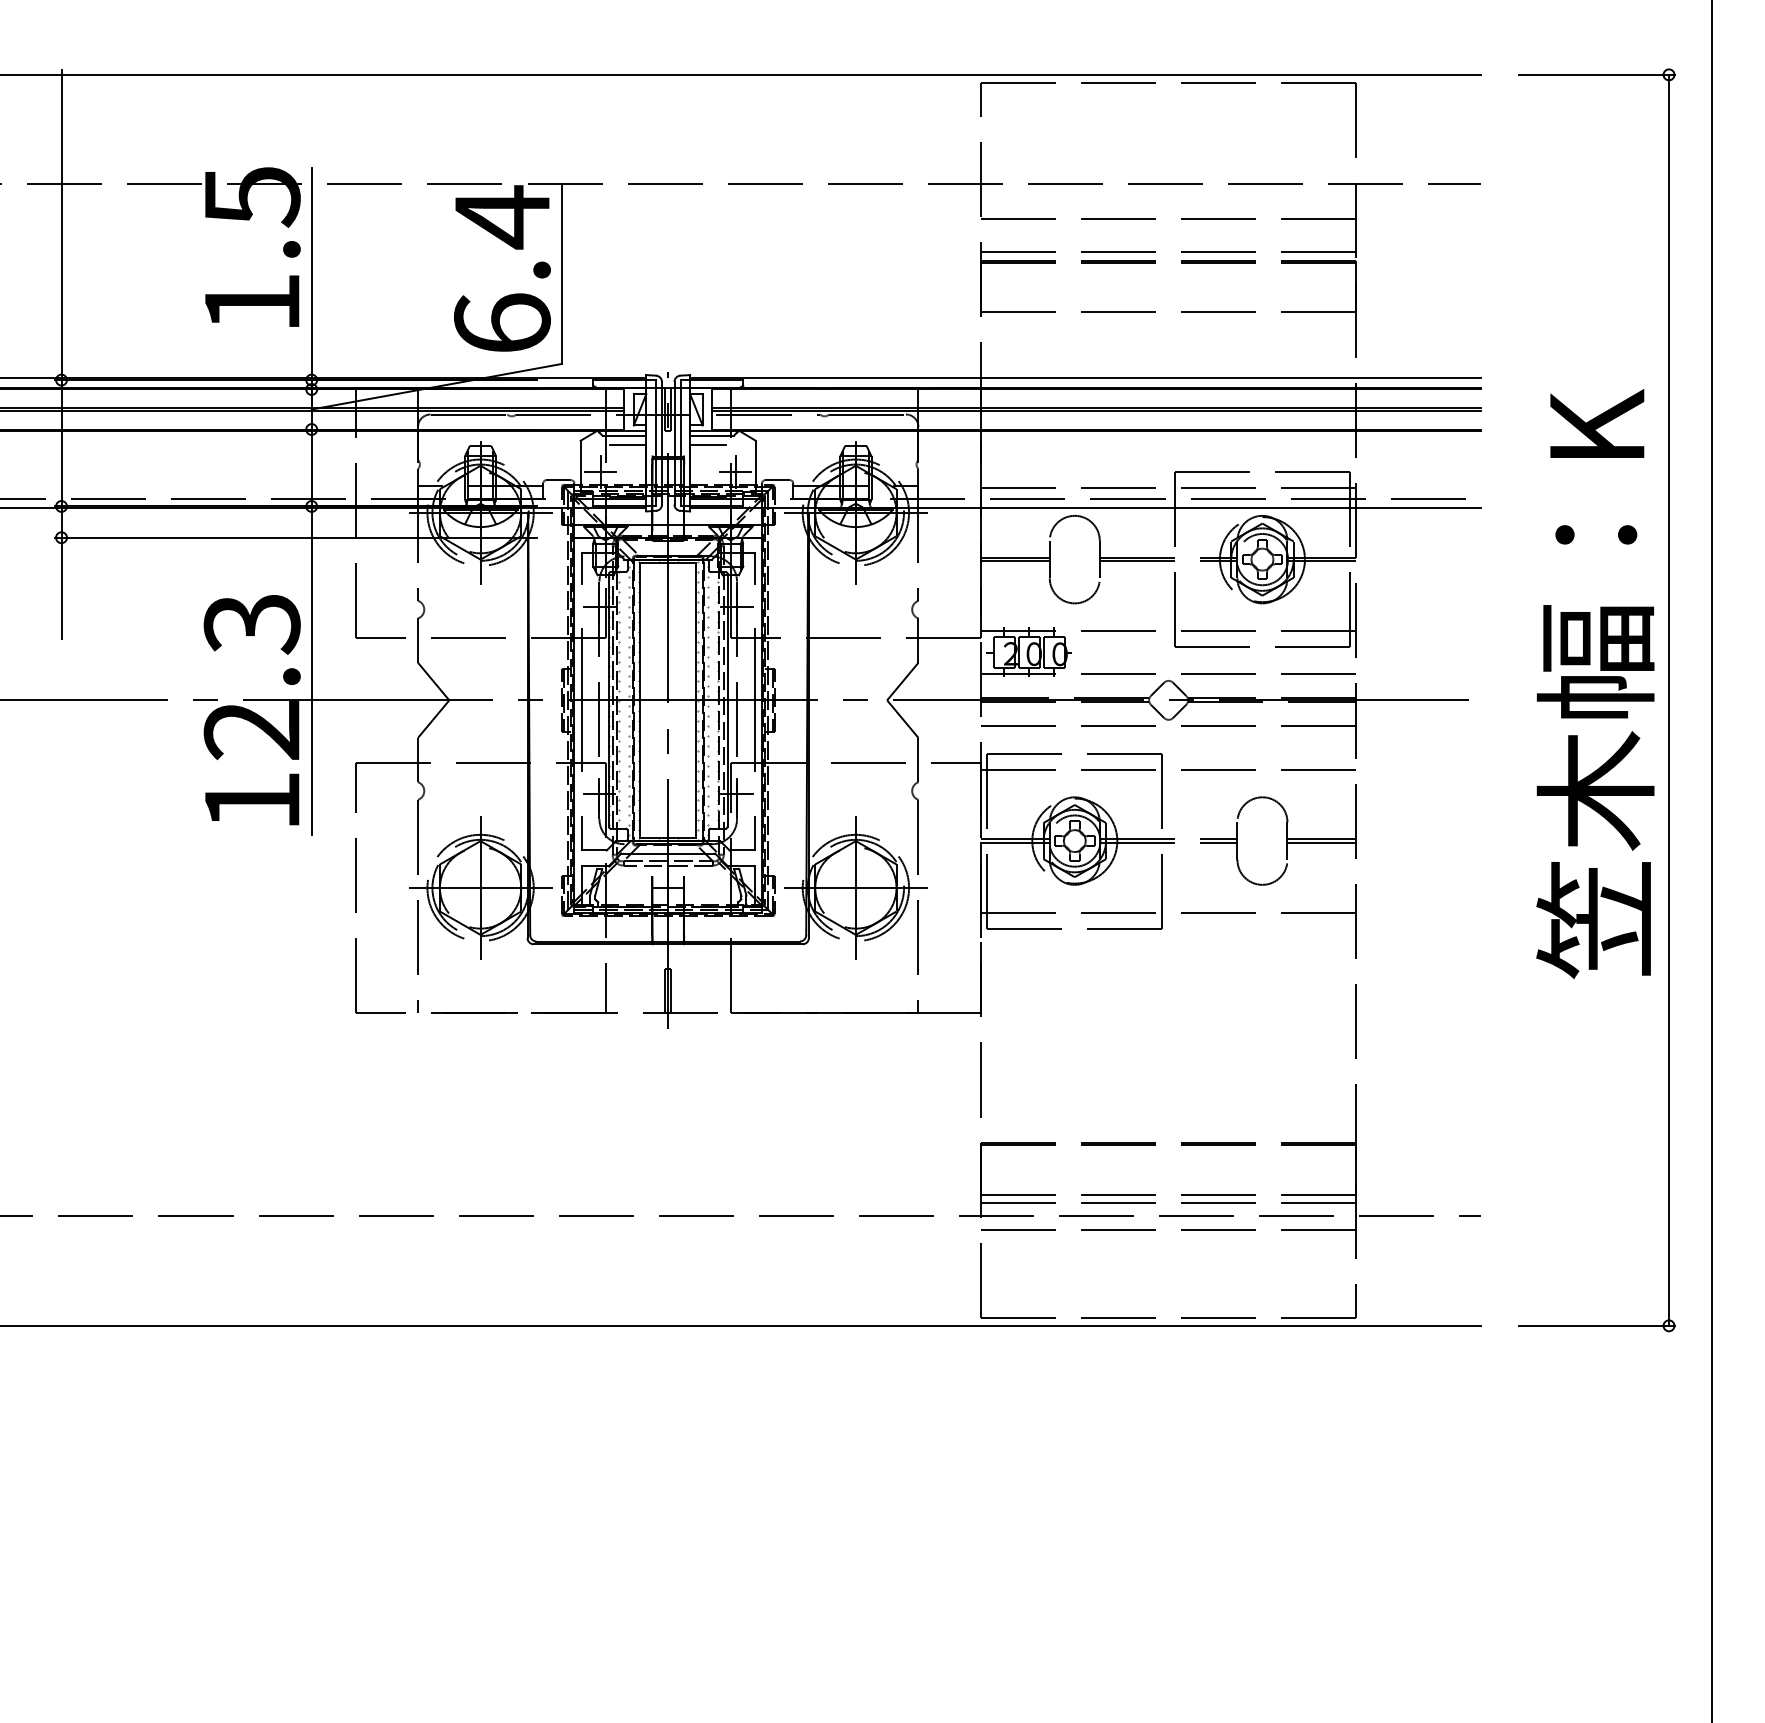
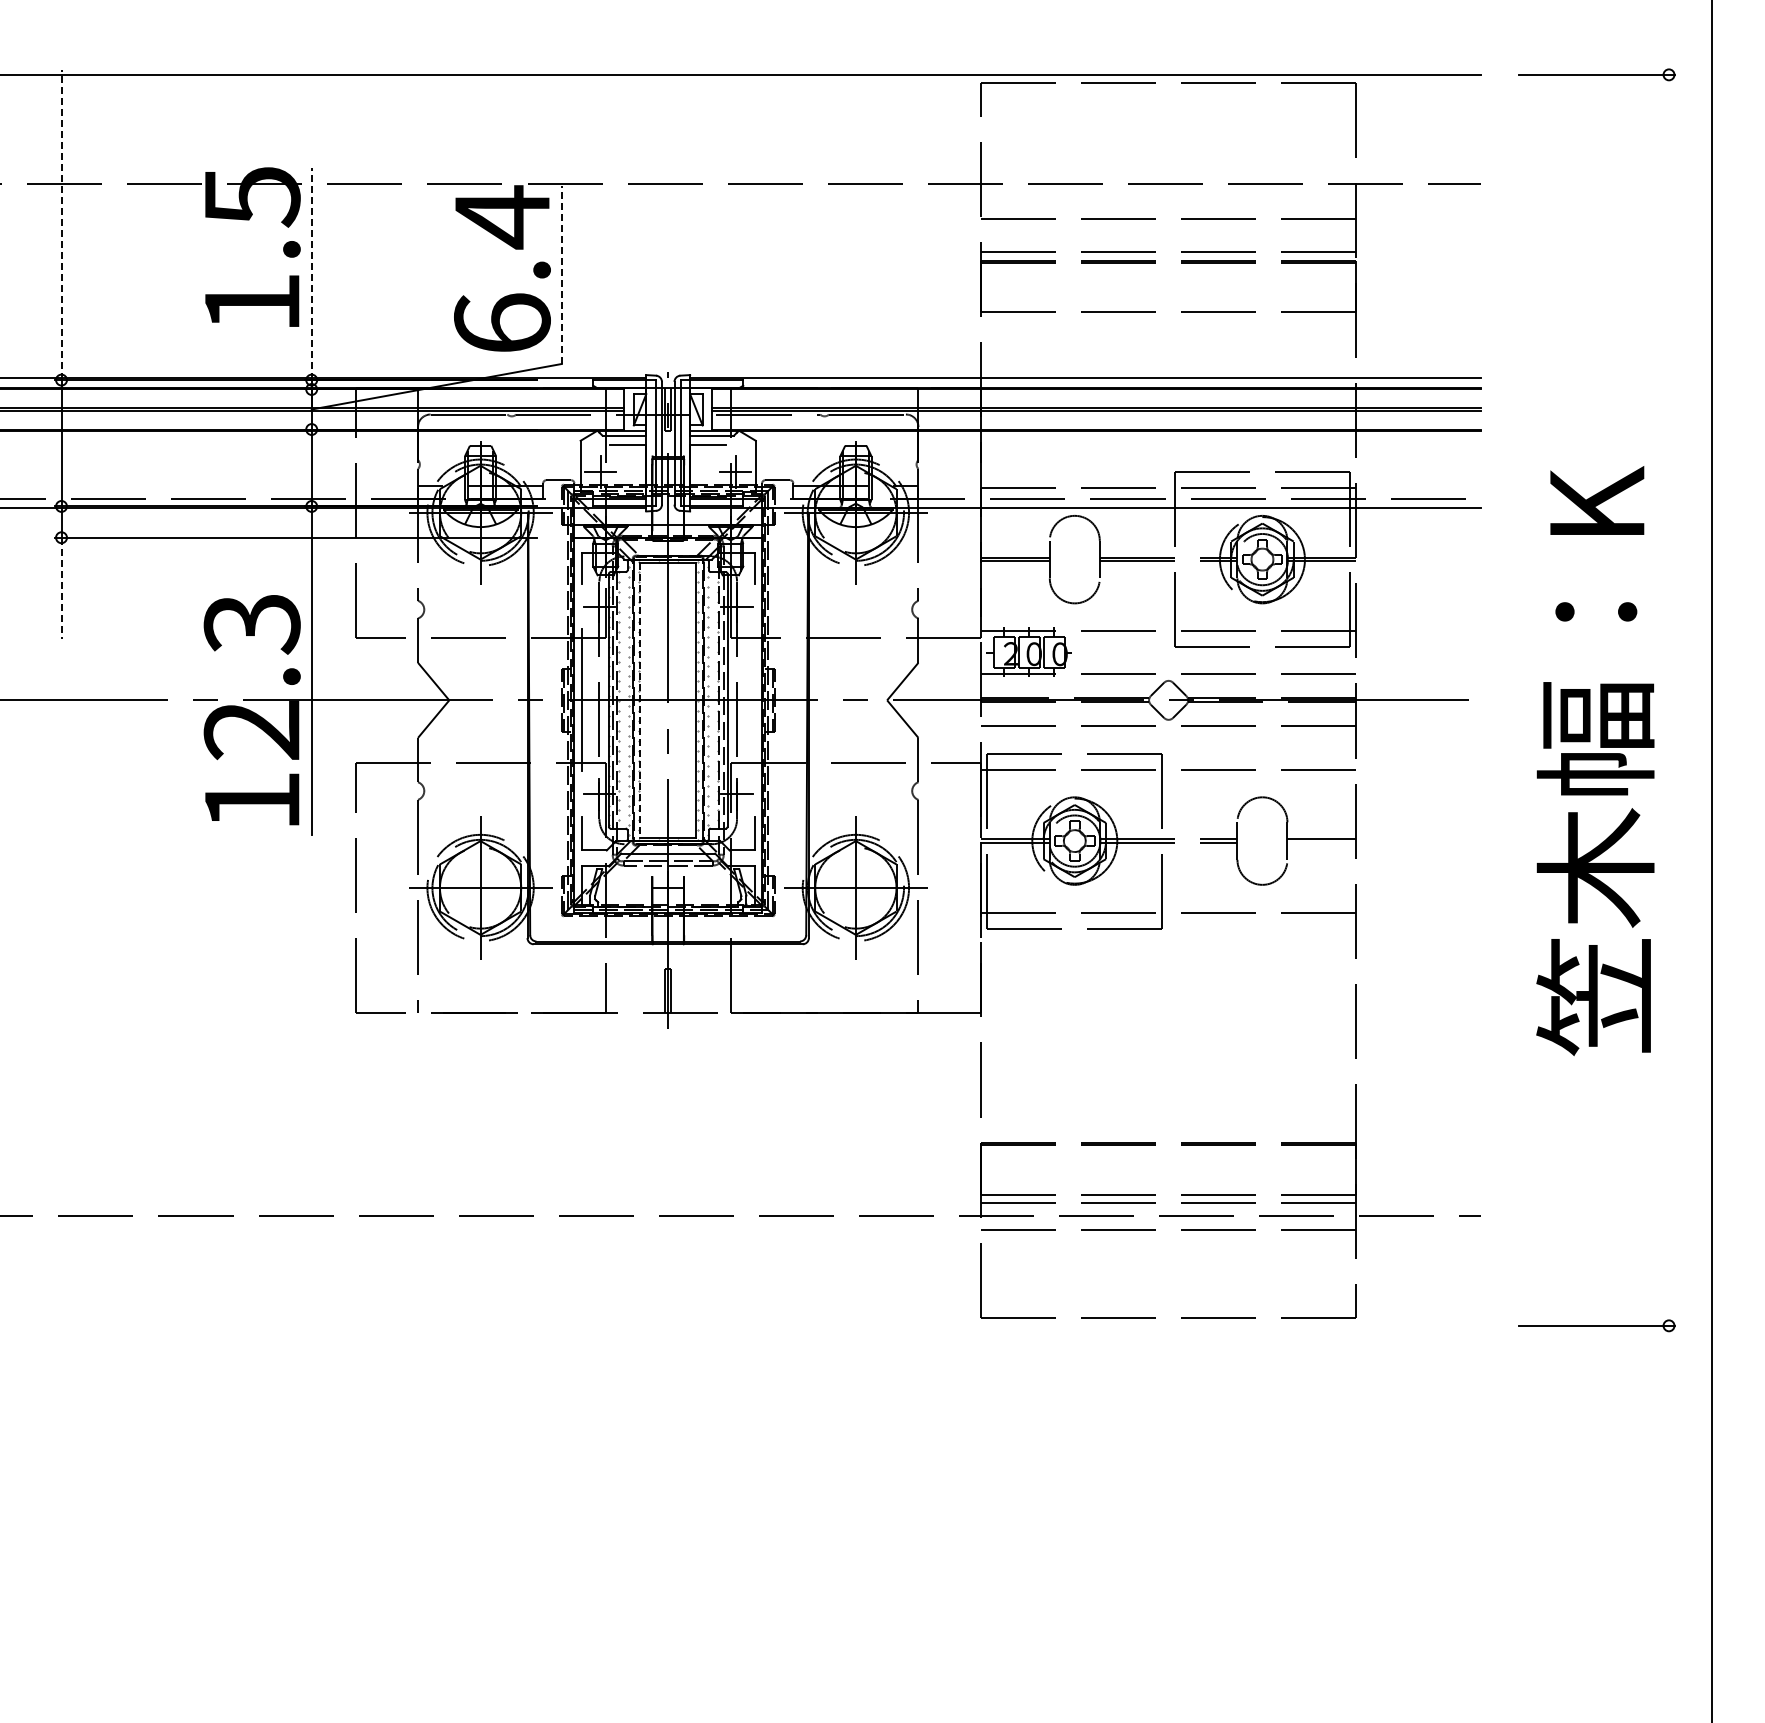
line at (61, 224): solid -> dashed
line at (311, 274): solid -> dashed
line at (561, 275): solid -> dashed
line at (61, 588): solid -> dashed
text at (1595, 684) position: (1595, 684) -> (1595, 761)
line at (1669, 699): present -> none
line at (640, 700): solid -> dashed
line at (754, 700): present -> none
line at (1321, 842): present -> none
line at (741, 1325): present -> none
